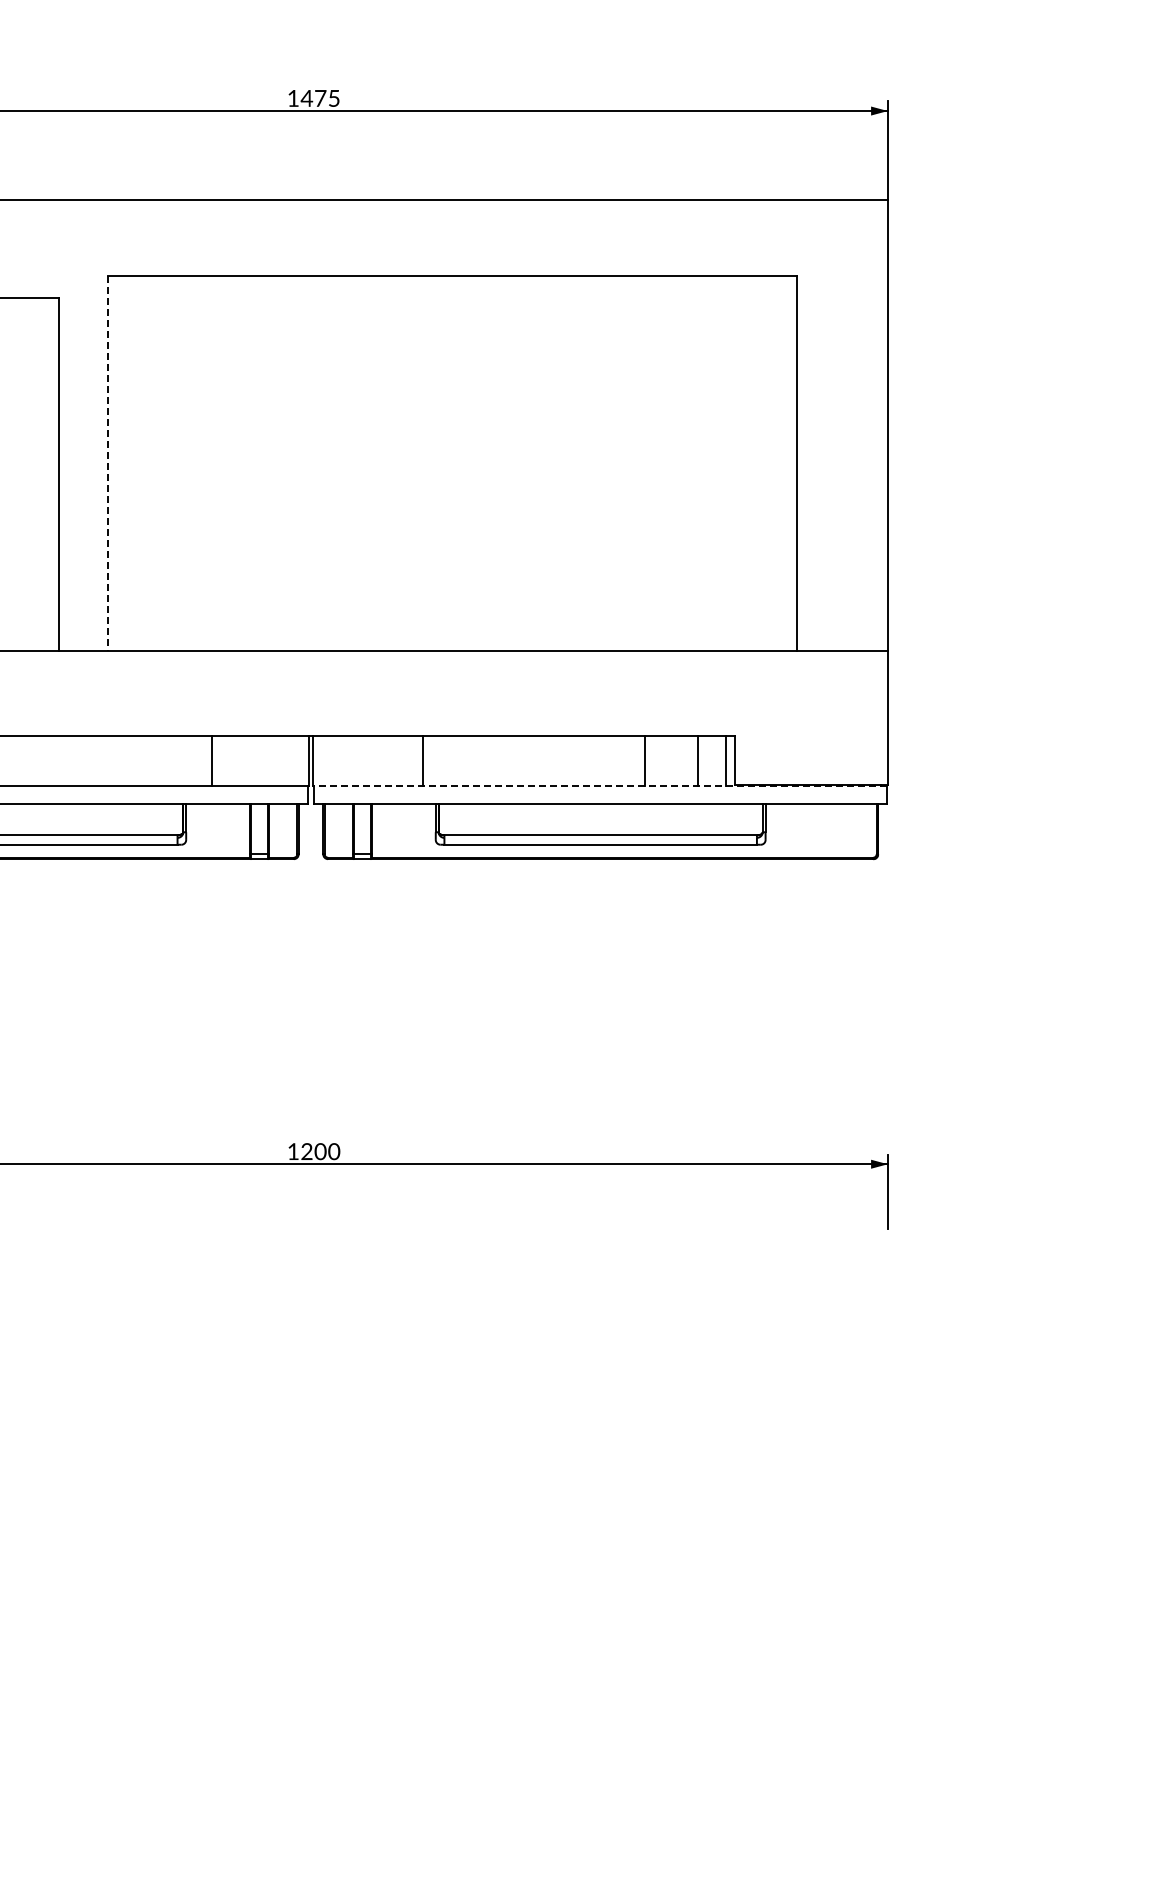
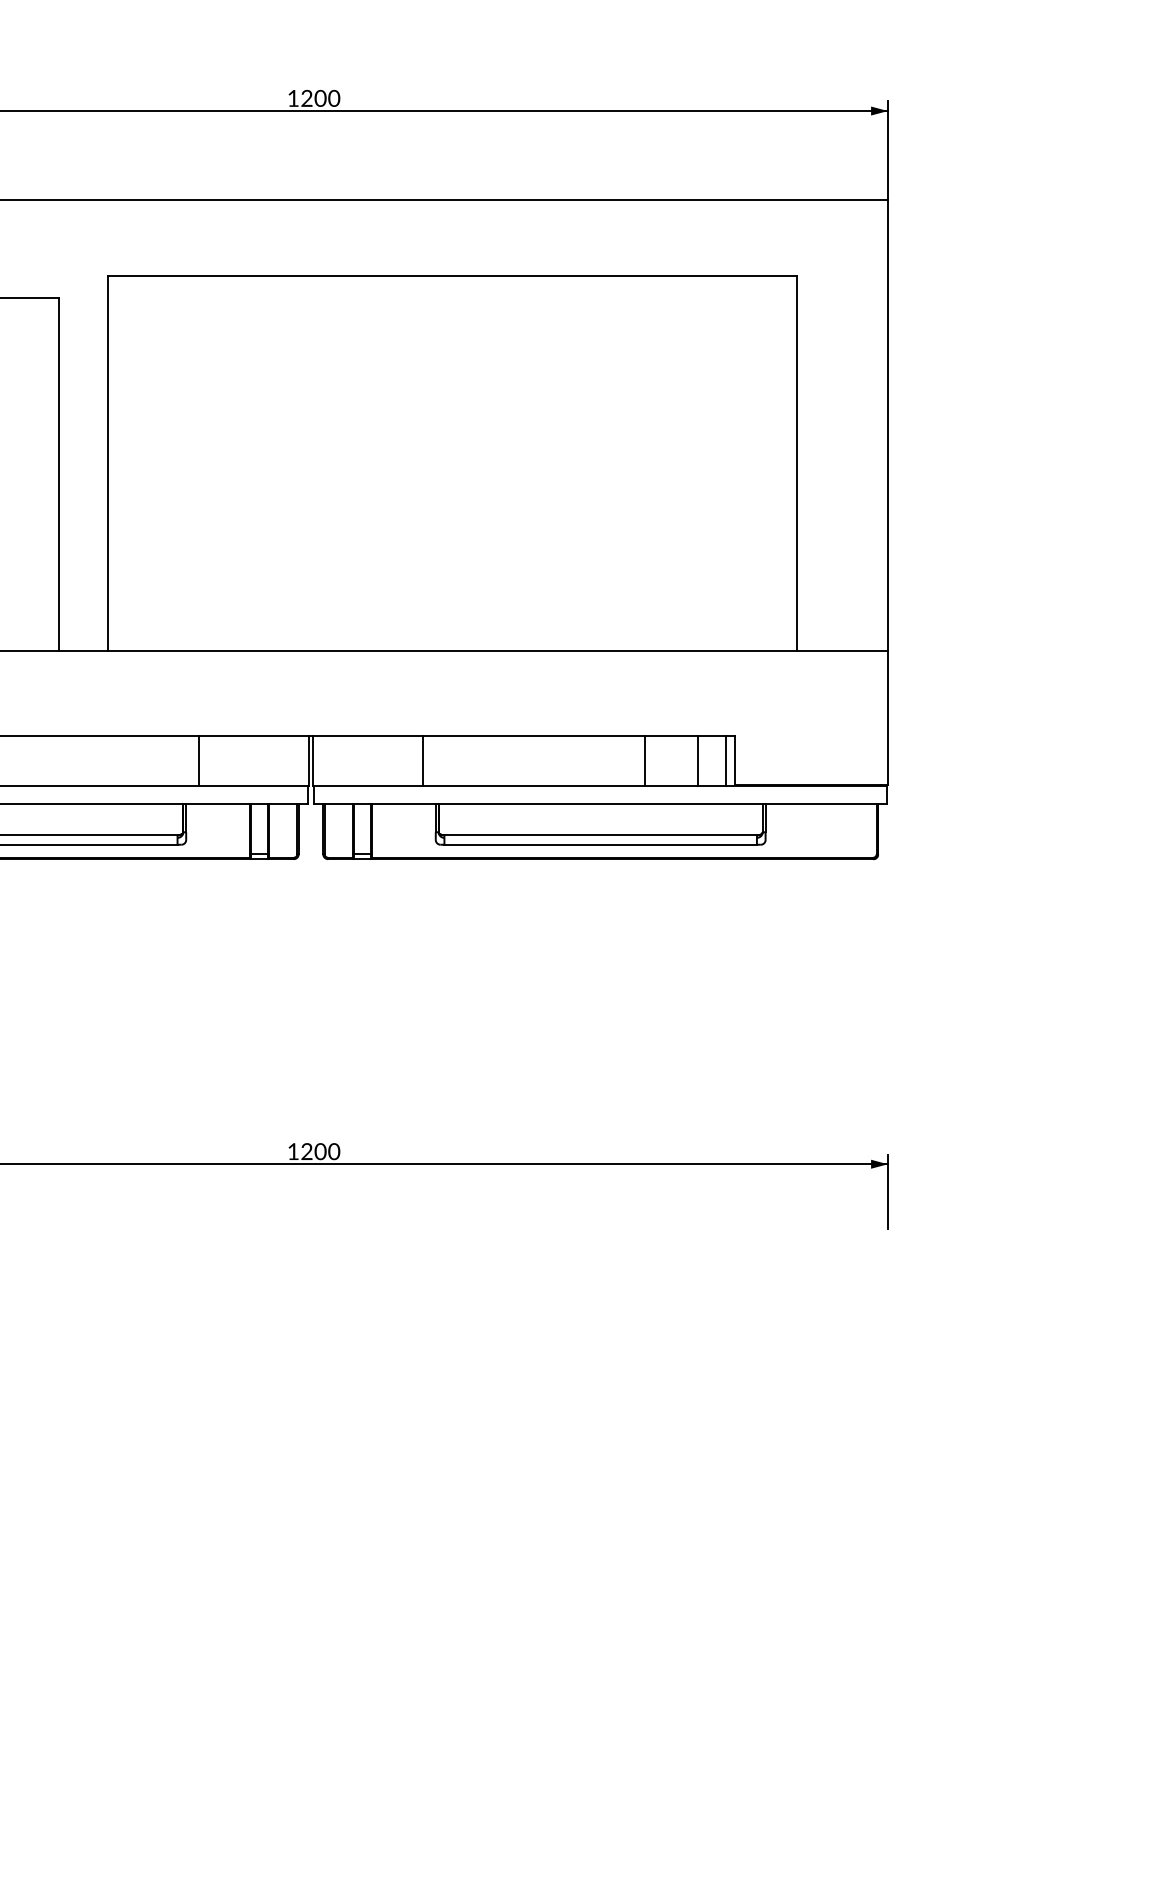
text at (320, 97): 1475 -> 1200
line at (108, 464): dashed -> solid
line at (211, 761) position: (211, 761) -> (198, 761)
line at (600, 786): dashed -> solid
